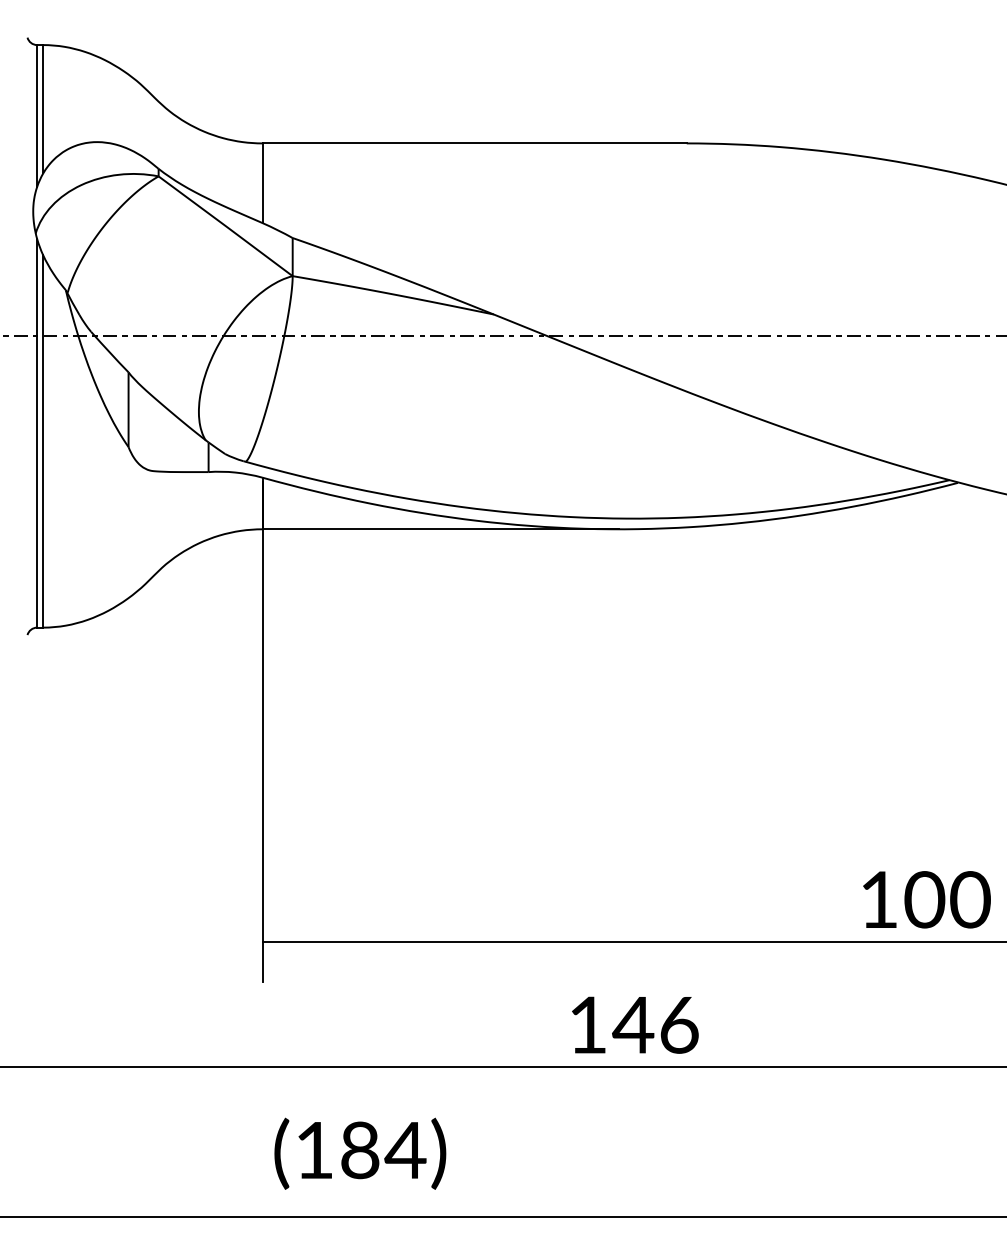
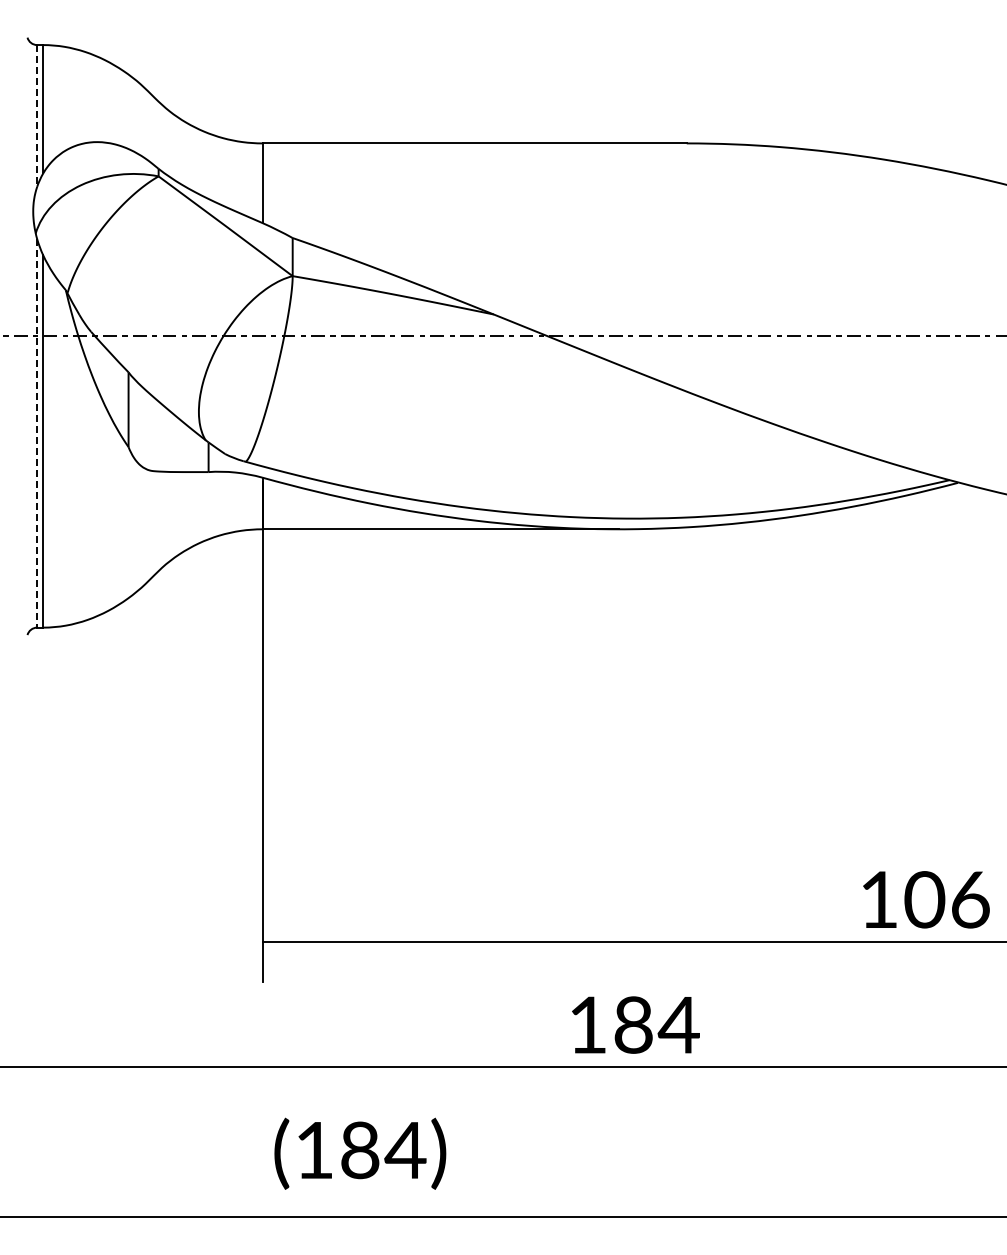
line at (37, 115): solid -> dashed
line at (37, 433): solid -> dashed
text at (970, 899): 100 -> 106
text at (655, 1024): 146 -> 184
